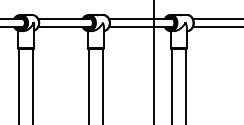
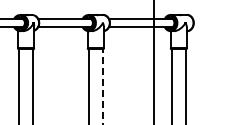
line at (216, 18): present -> none
line at (216, 27): present -> none
line at (102, 86): solid -> dashed
